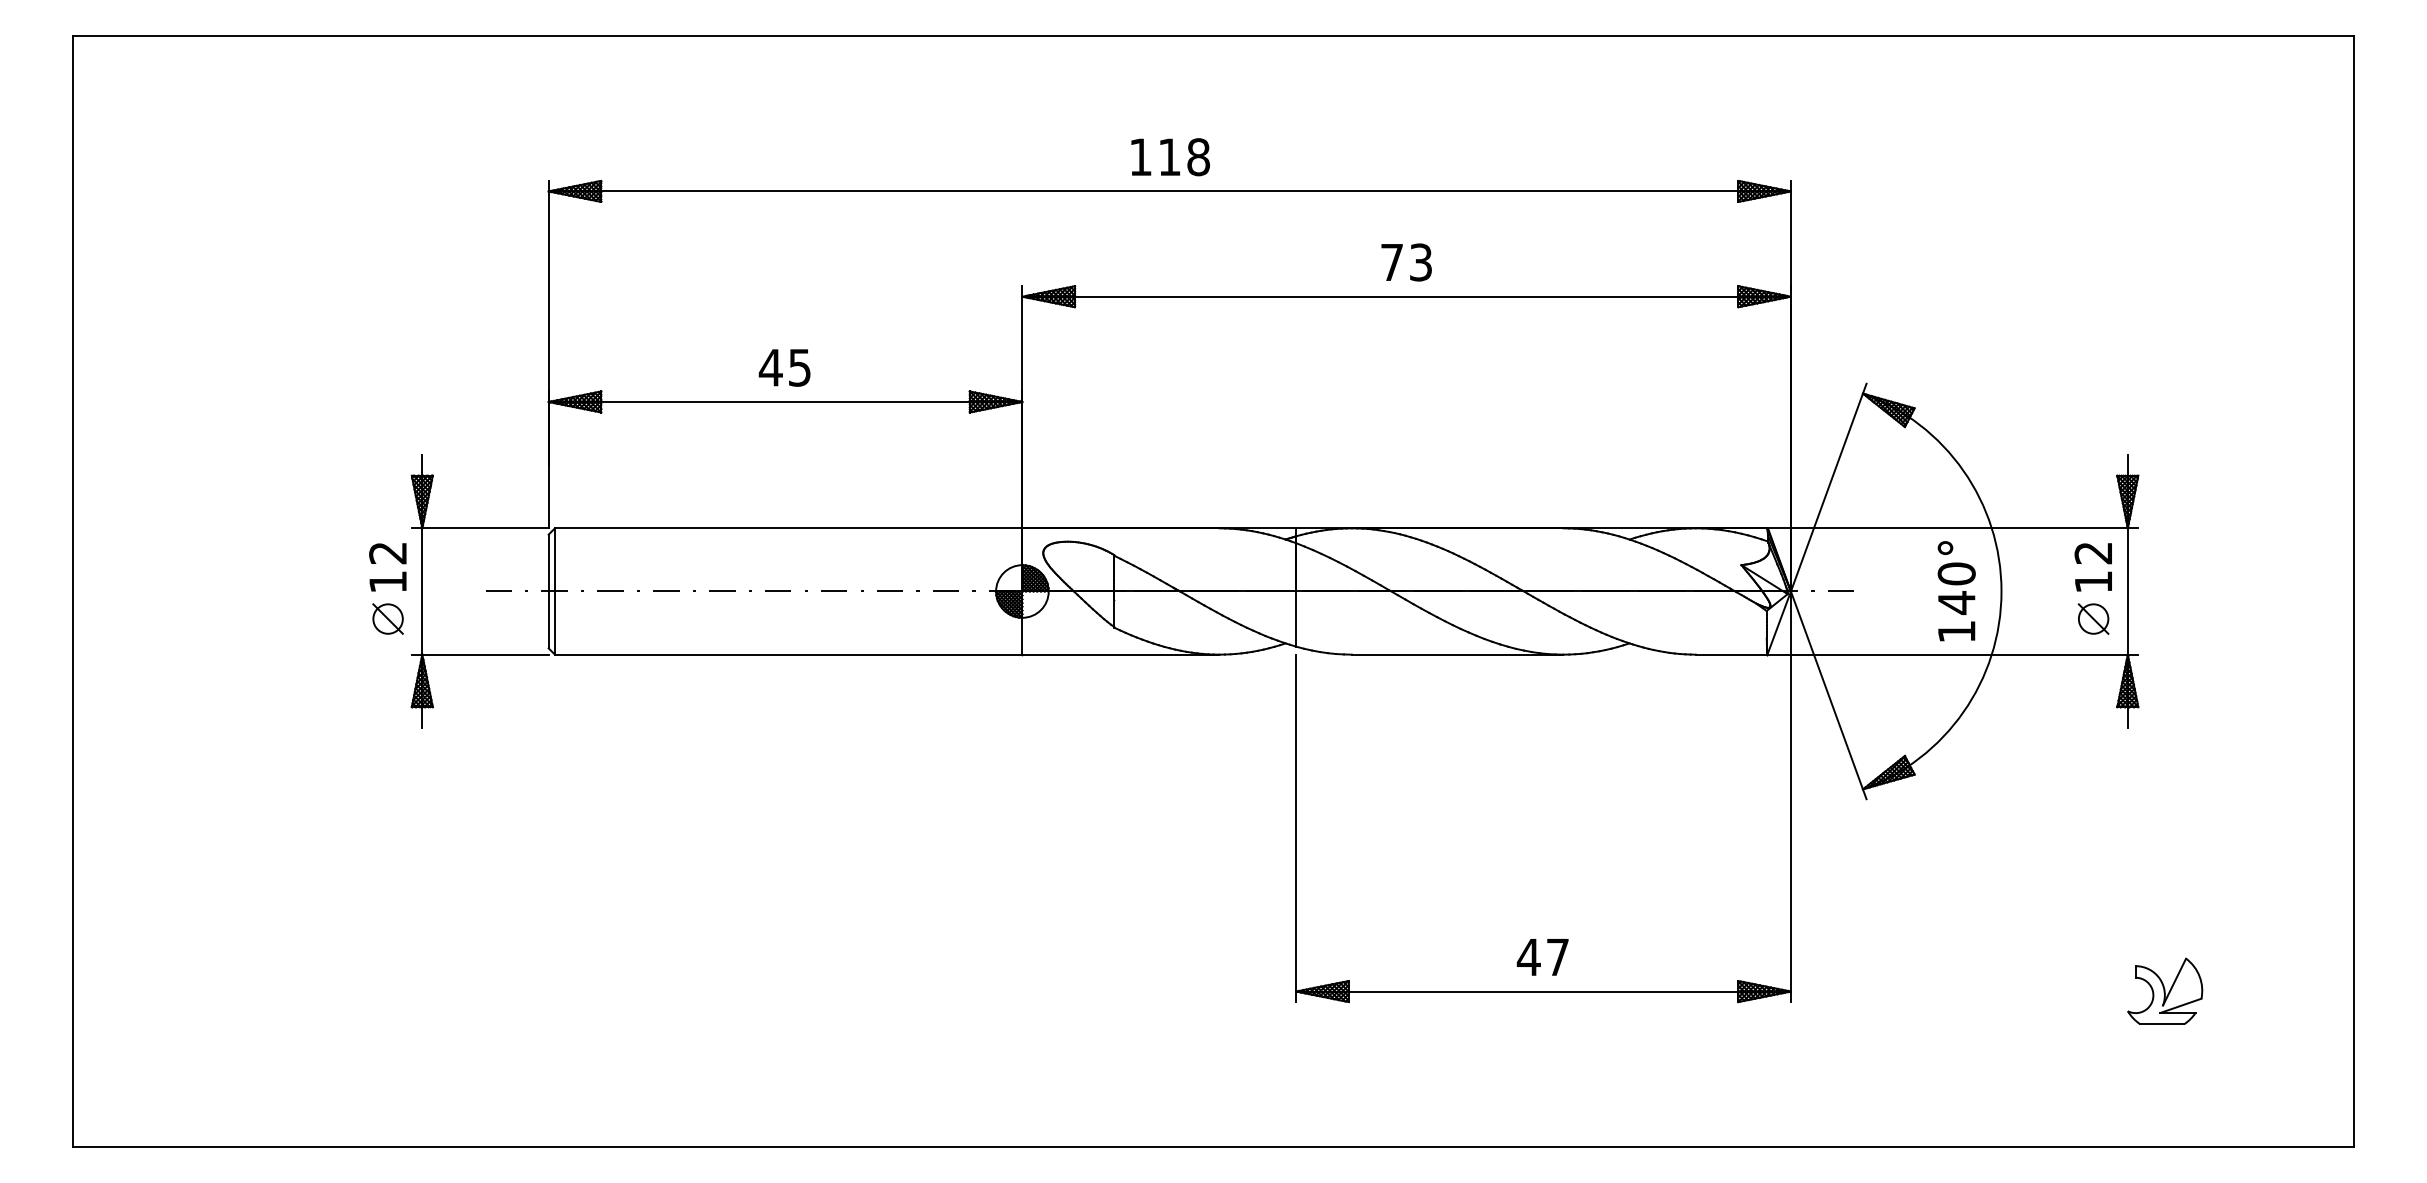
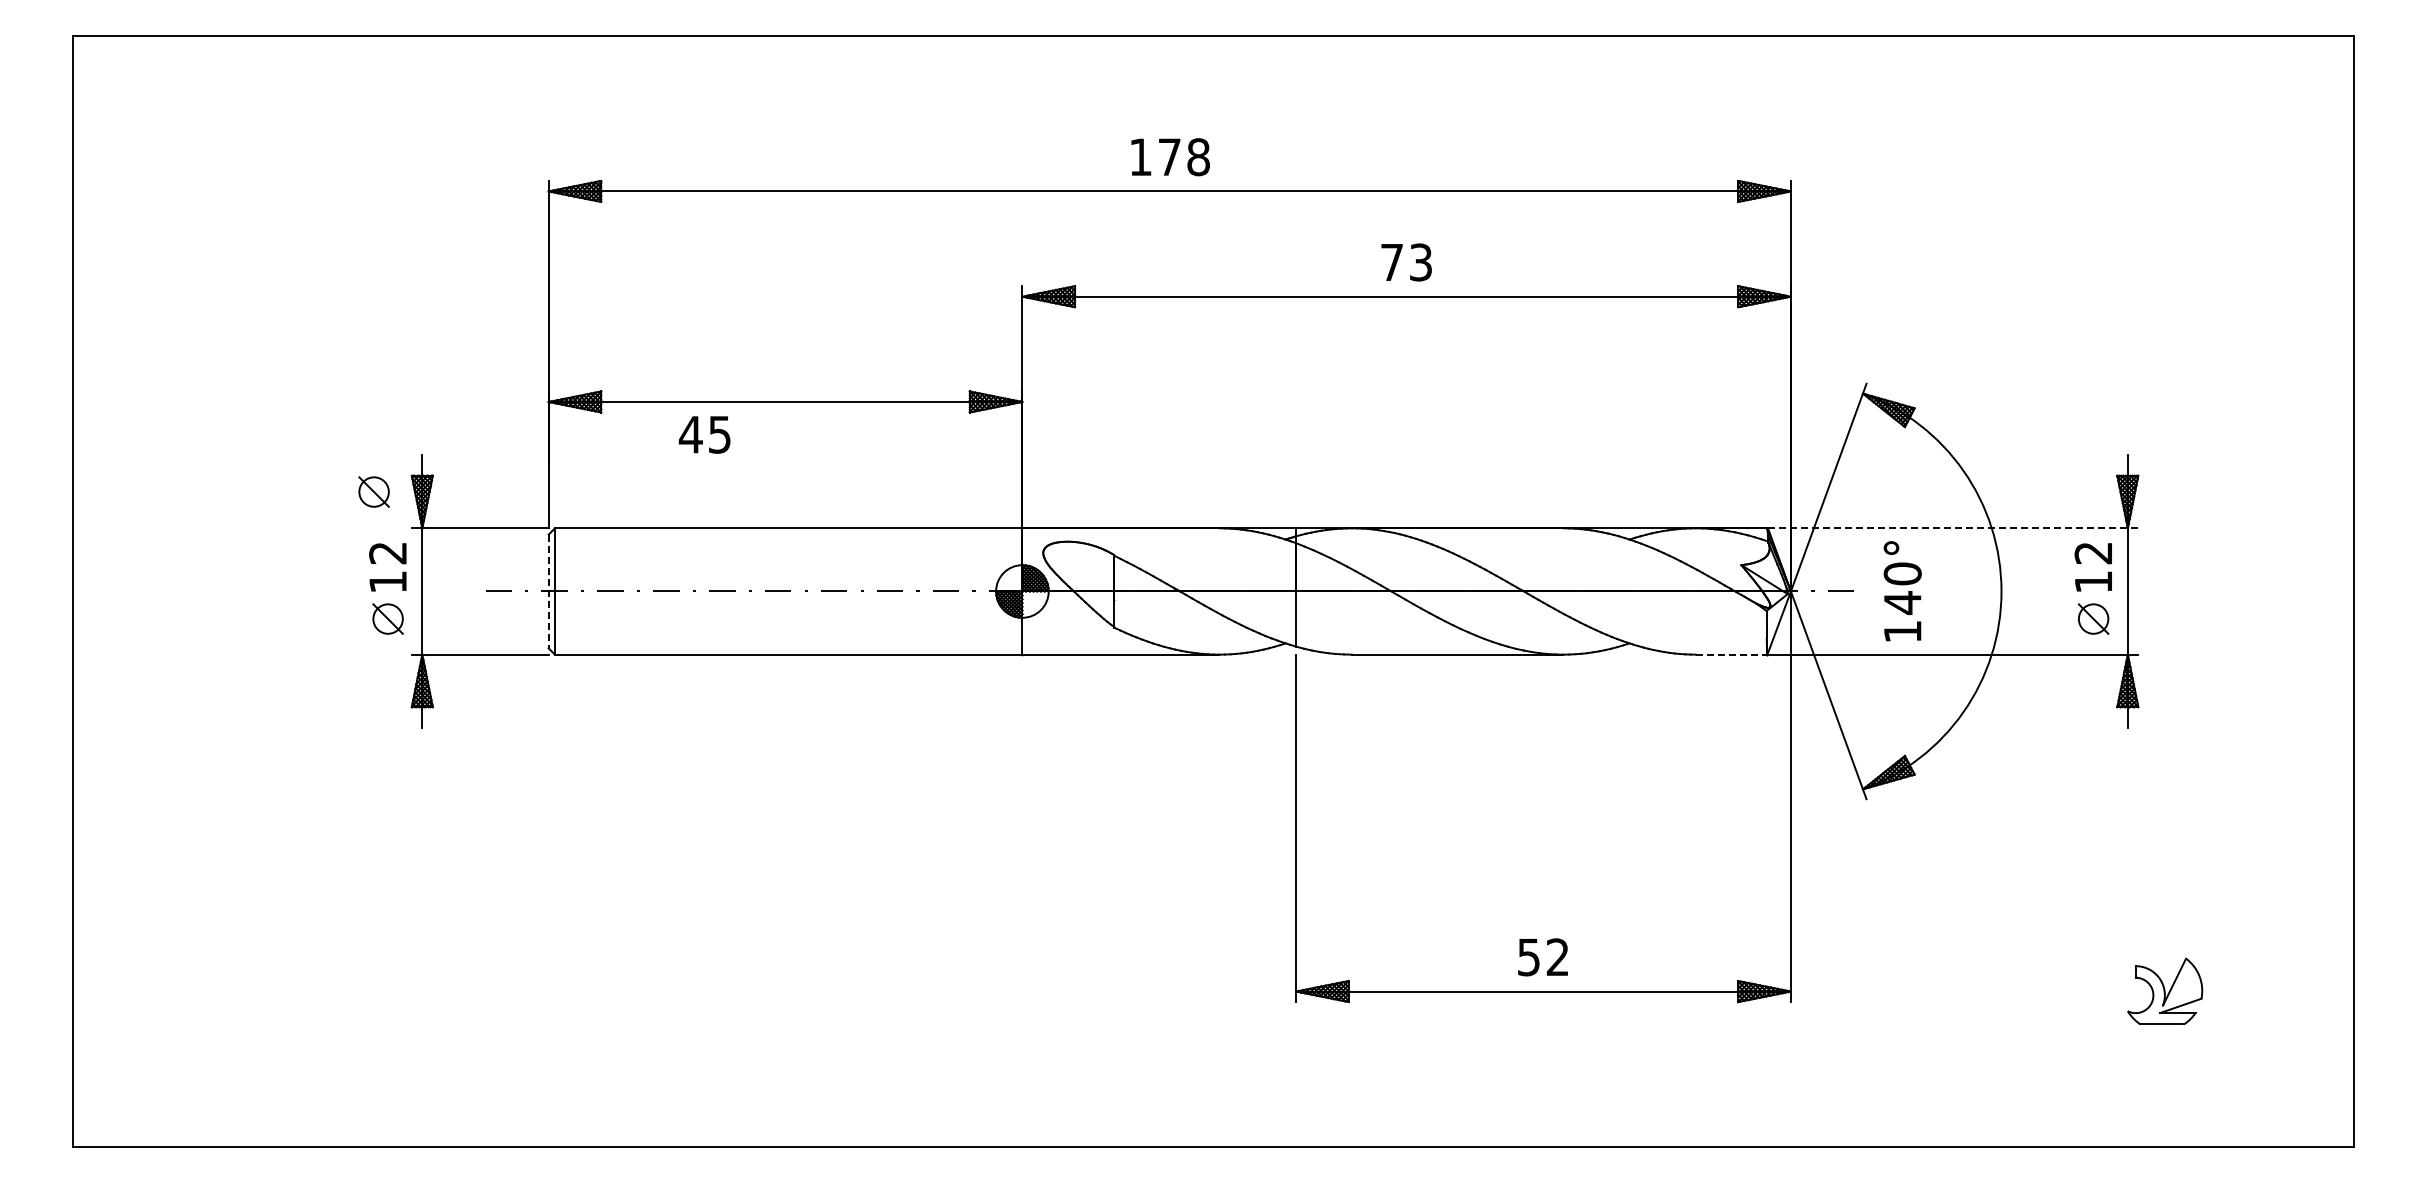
text at (1169, 156): 118 -> 178
text at (784, 367) position: (784, 367) -> (704, 434)
part at (373, 491): none -> present
line at (1952, 528): solid -> dashed
line at (548, 591): solid -> dashed
text at (1956, 591) position: (1956, 591) -> (1902, 591)
line at (1731, 654): solid -> dashed
text at (1542, 957): 47 -> 52
